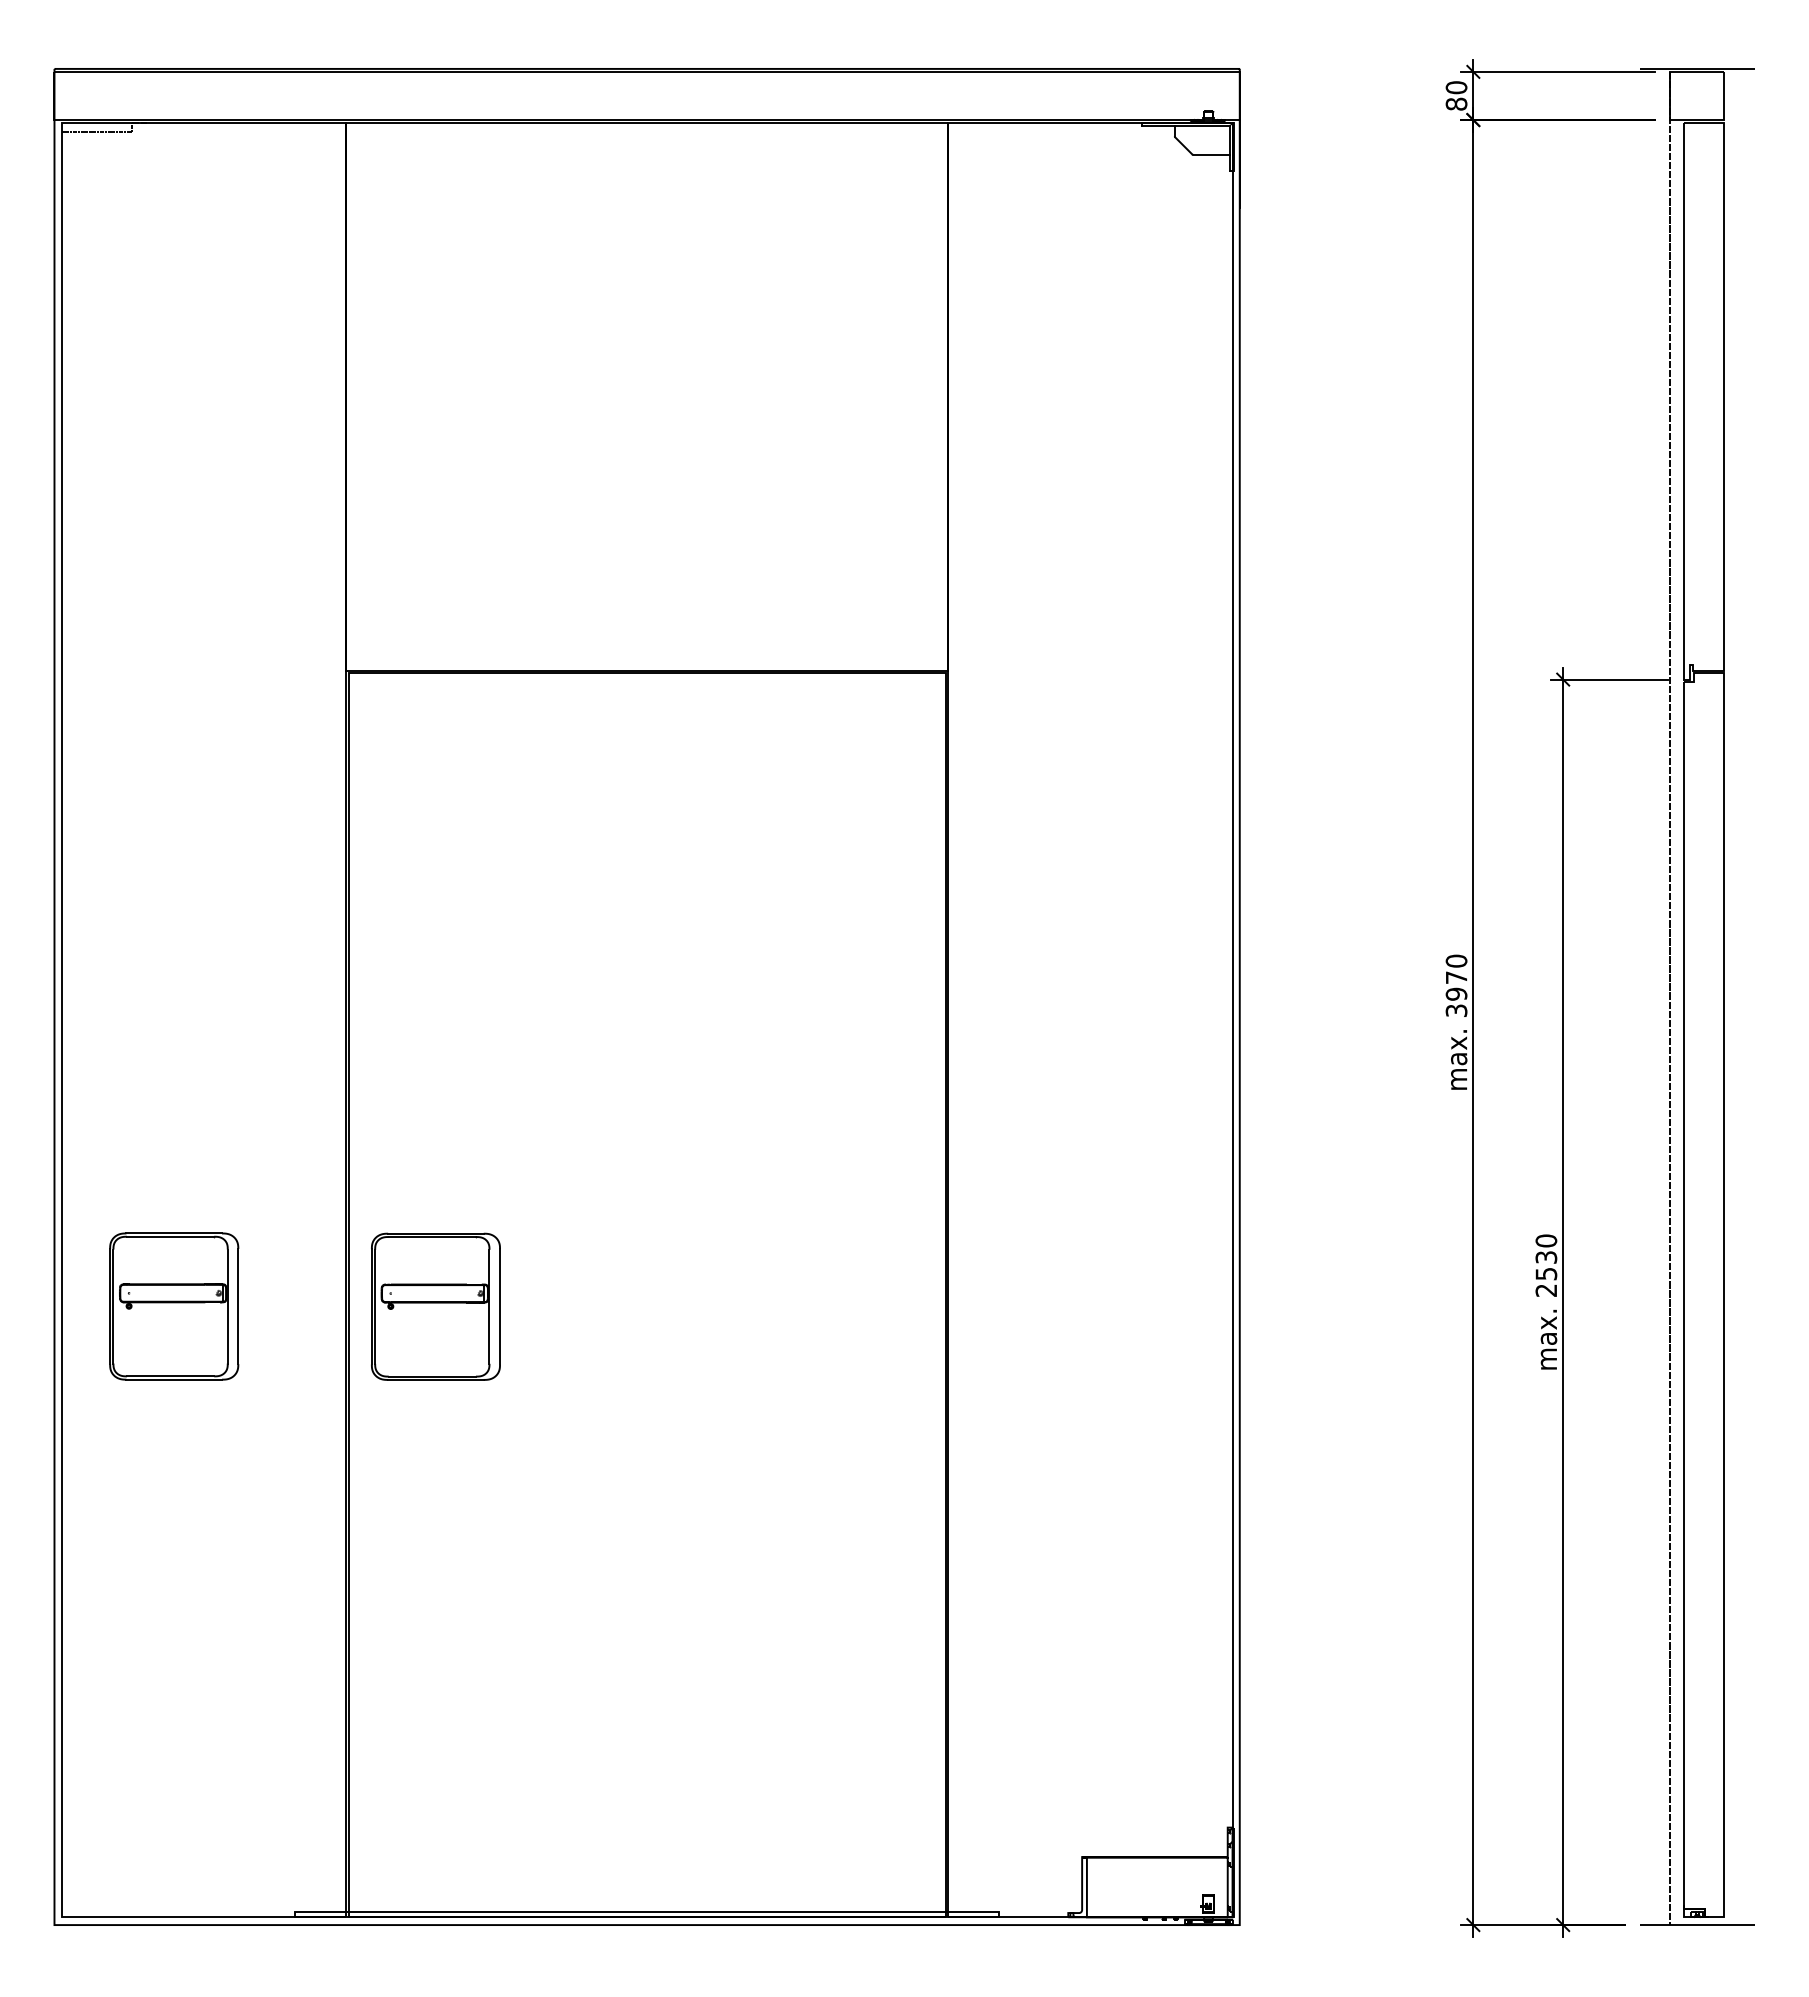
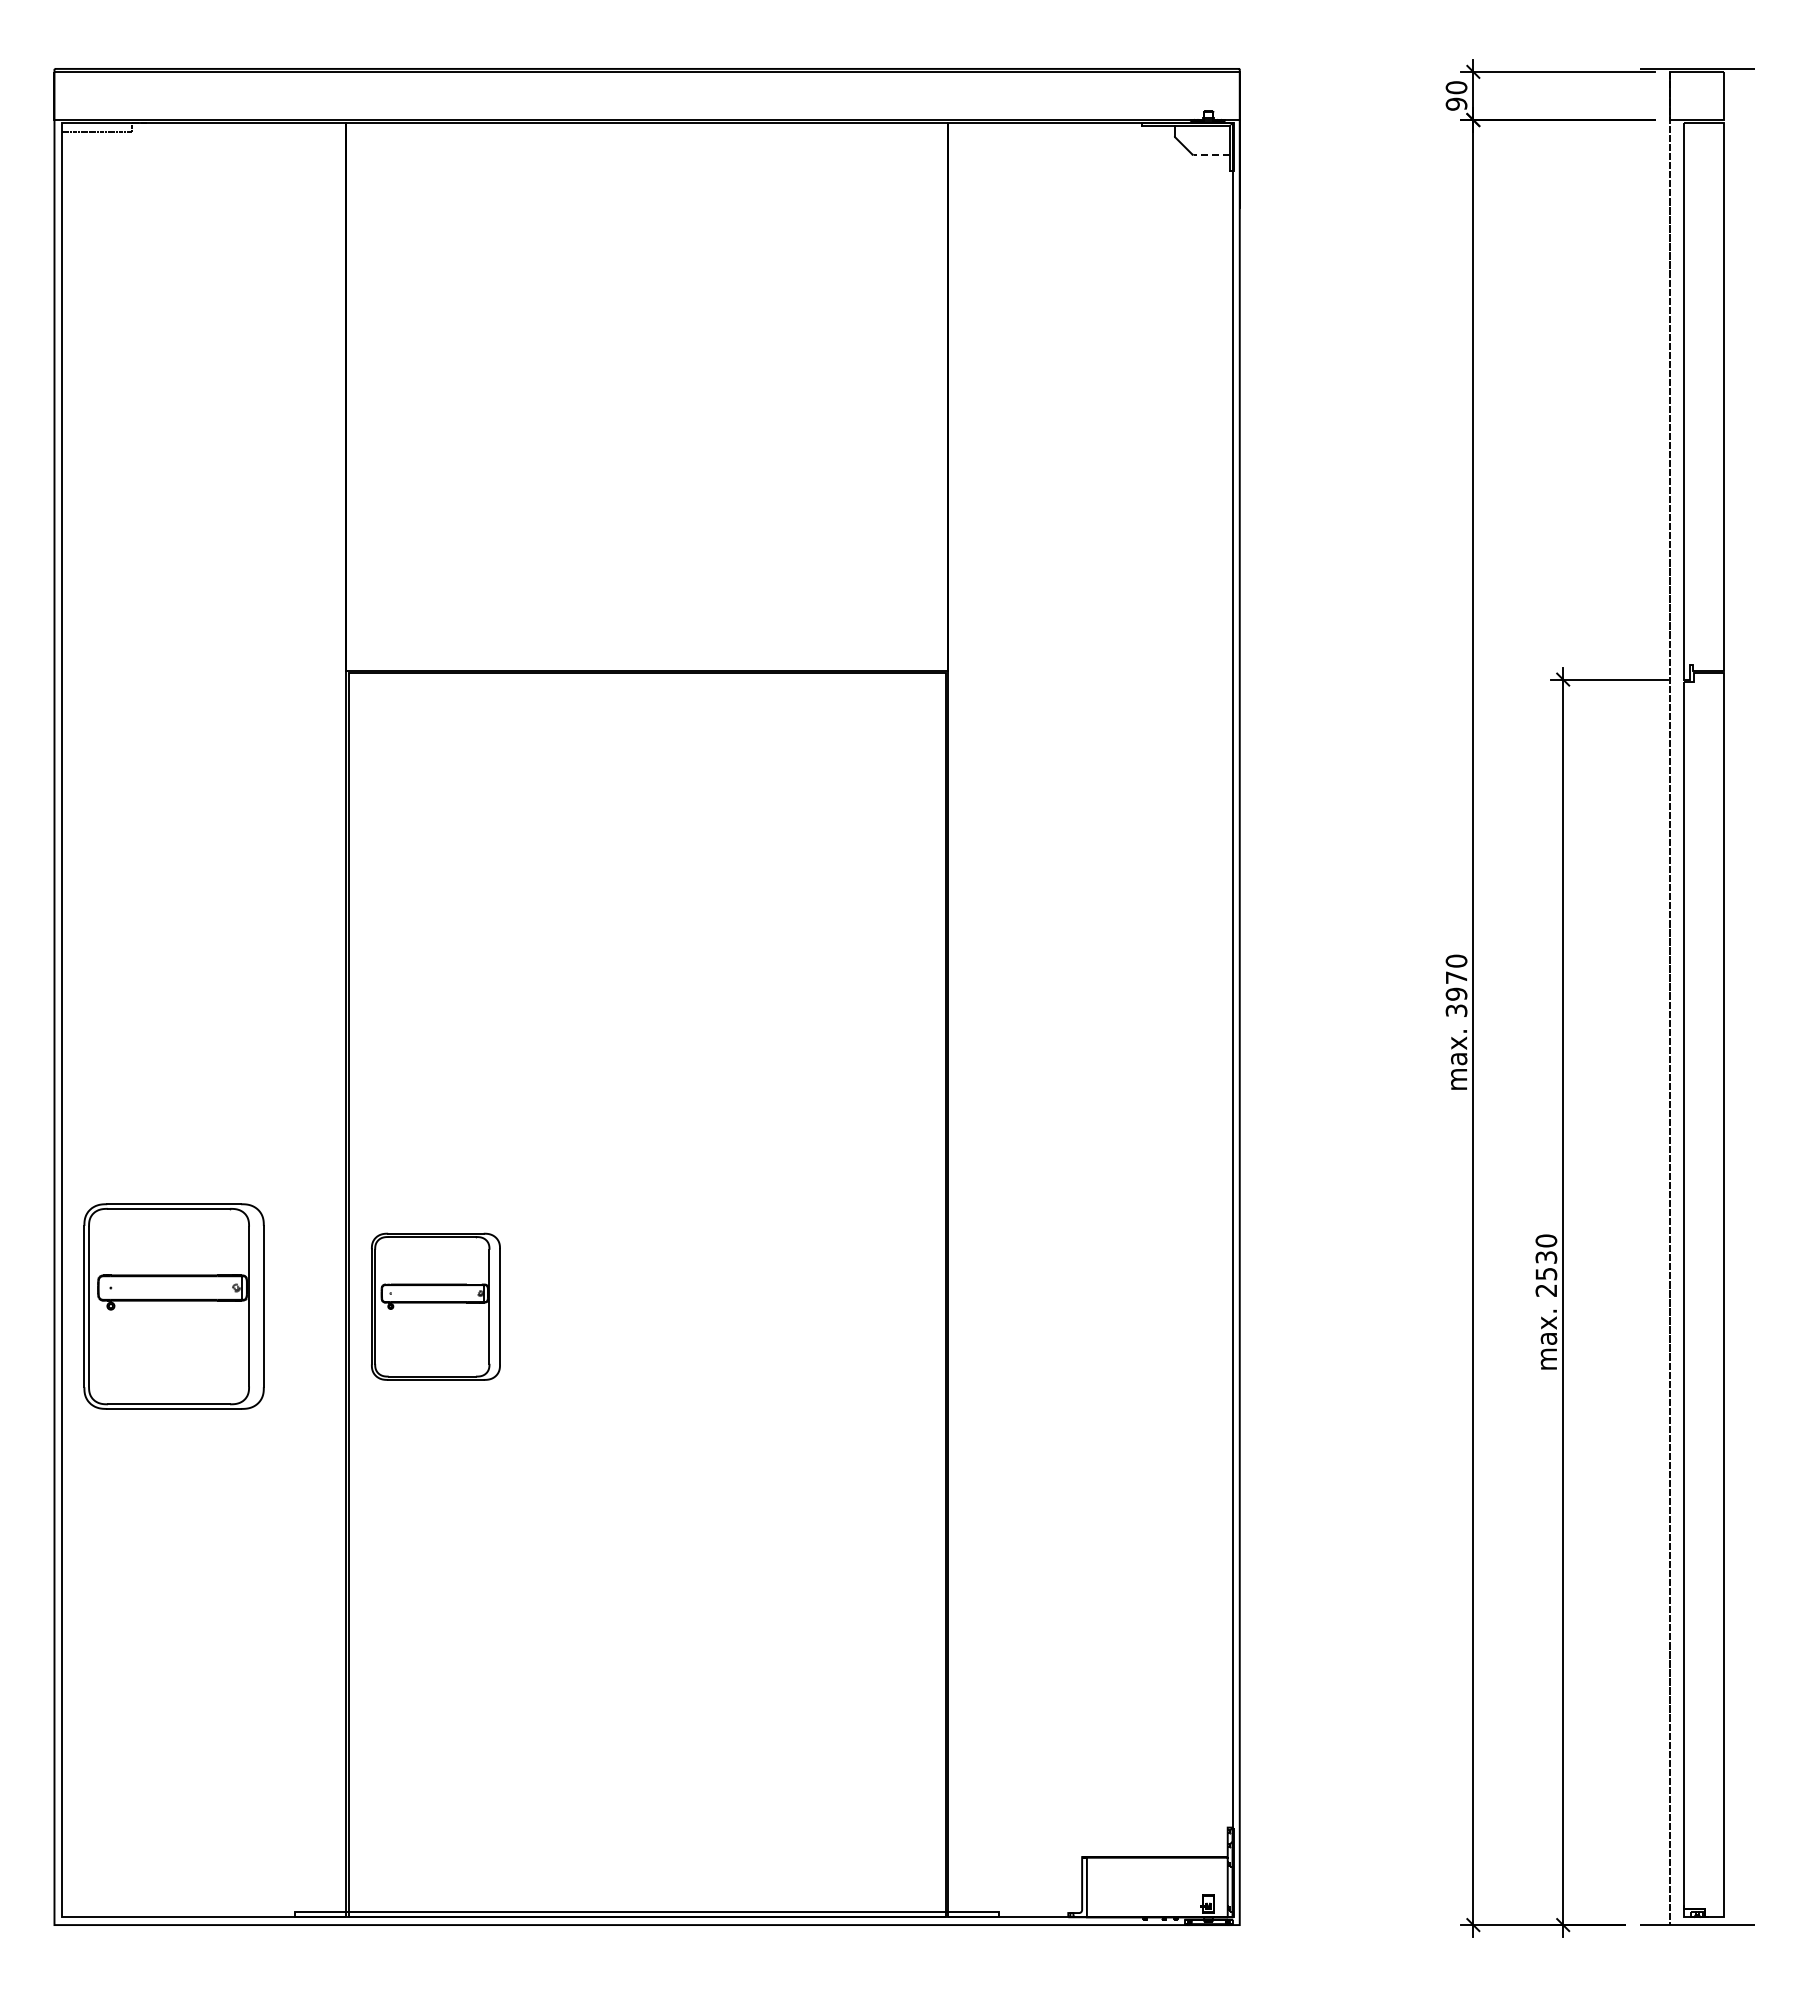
text at (1456, 103): 80 -> 90
line at (1211, 154): solid -> dashed
part at (174, 1306) size: 131x149 px -> 182x207 px
